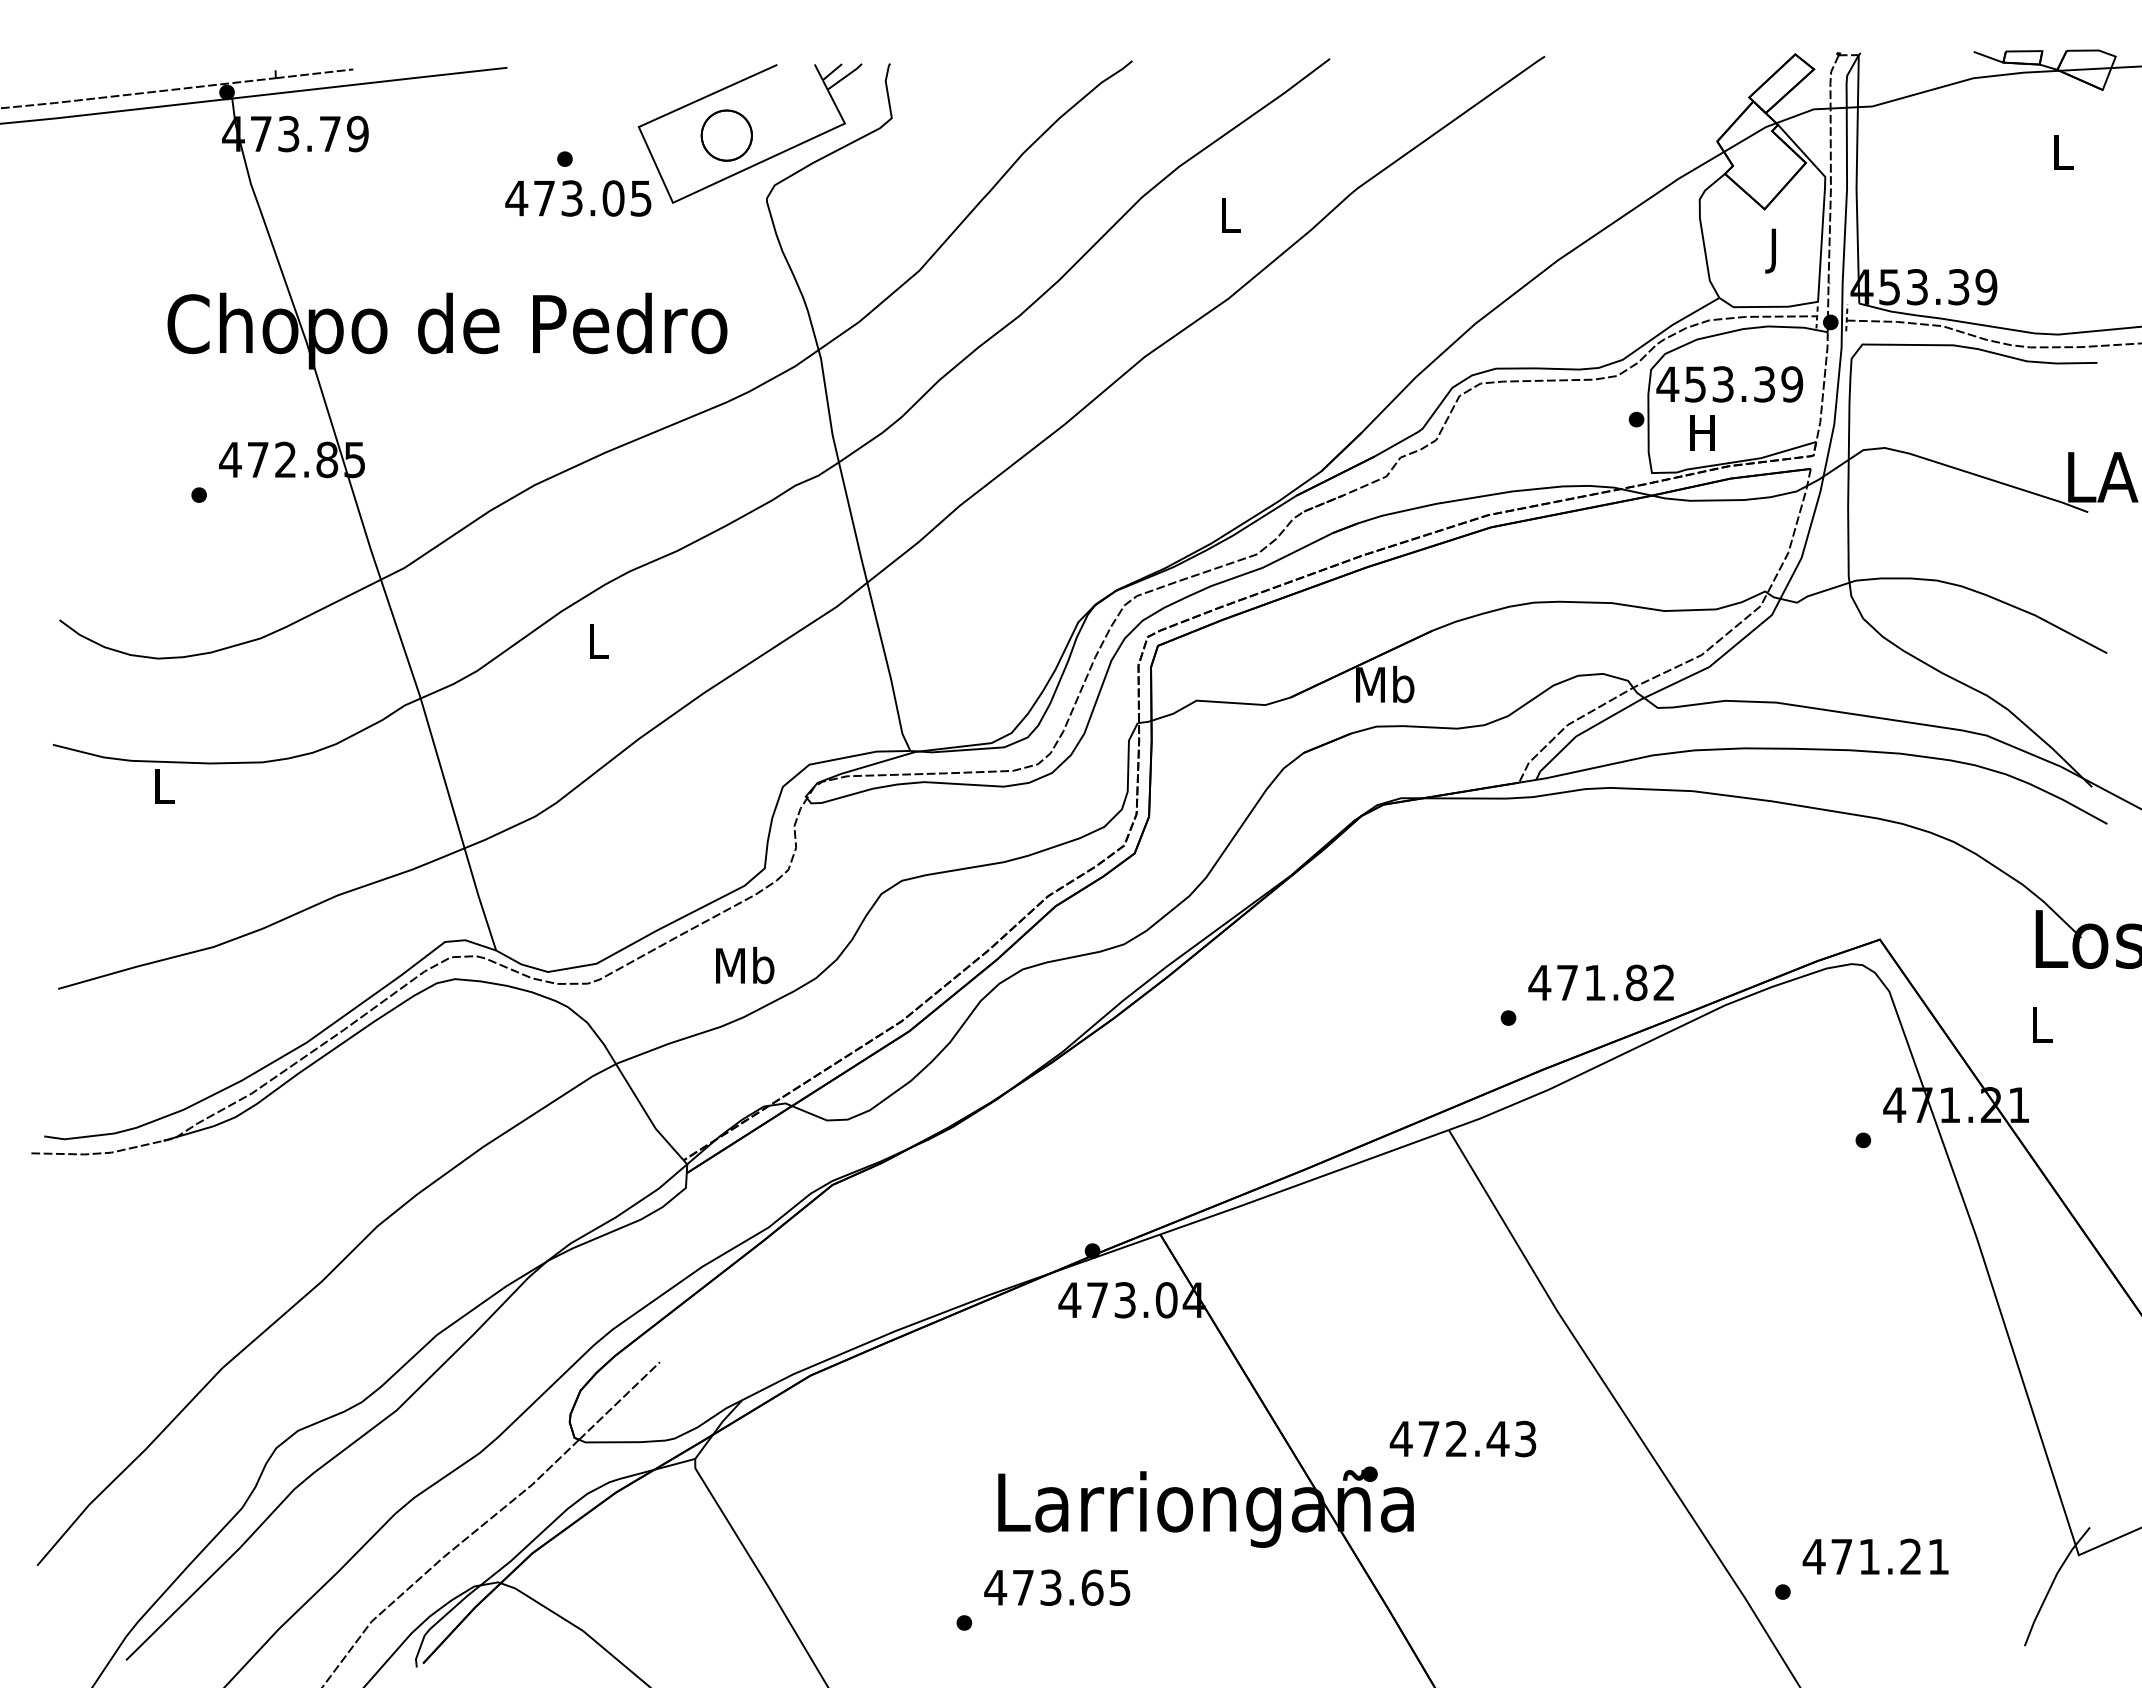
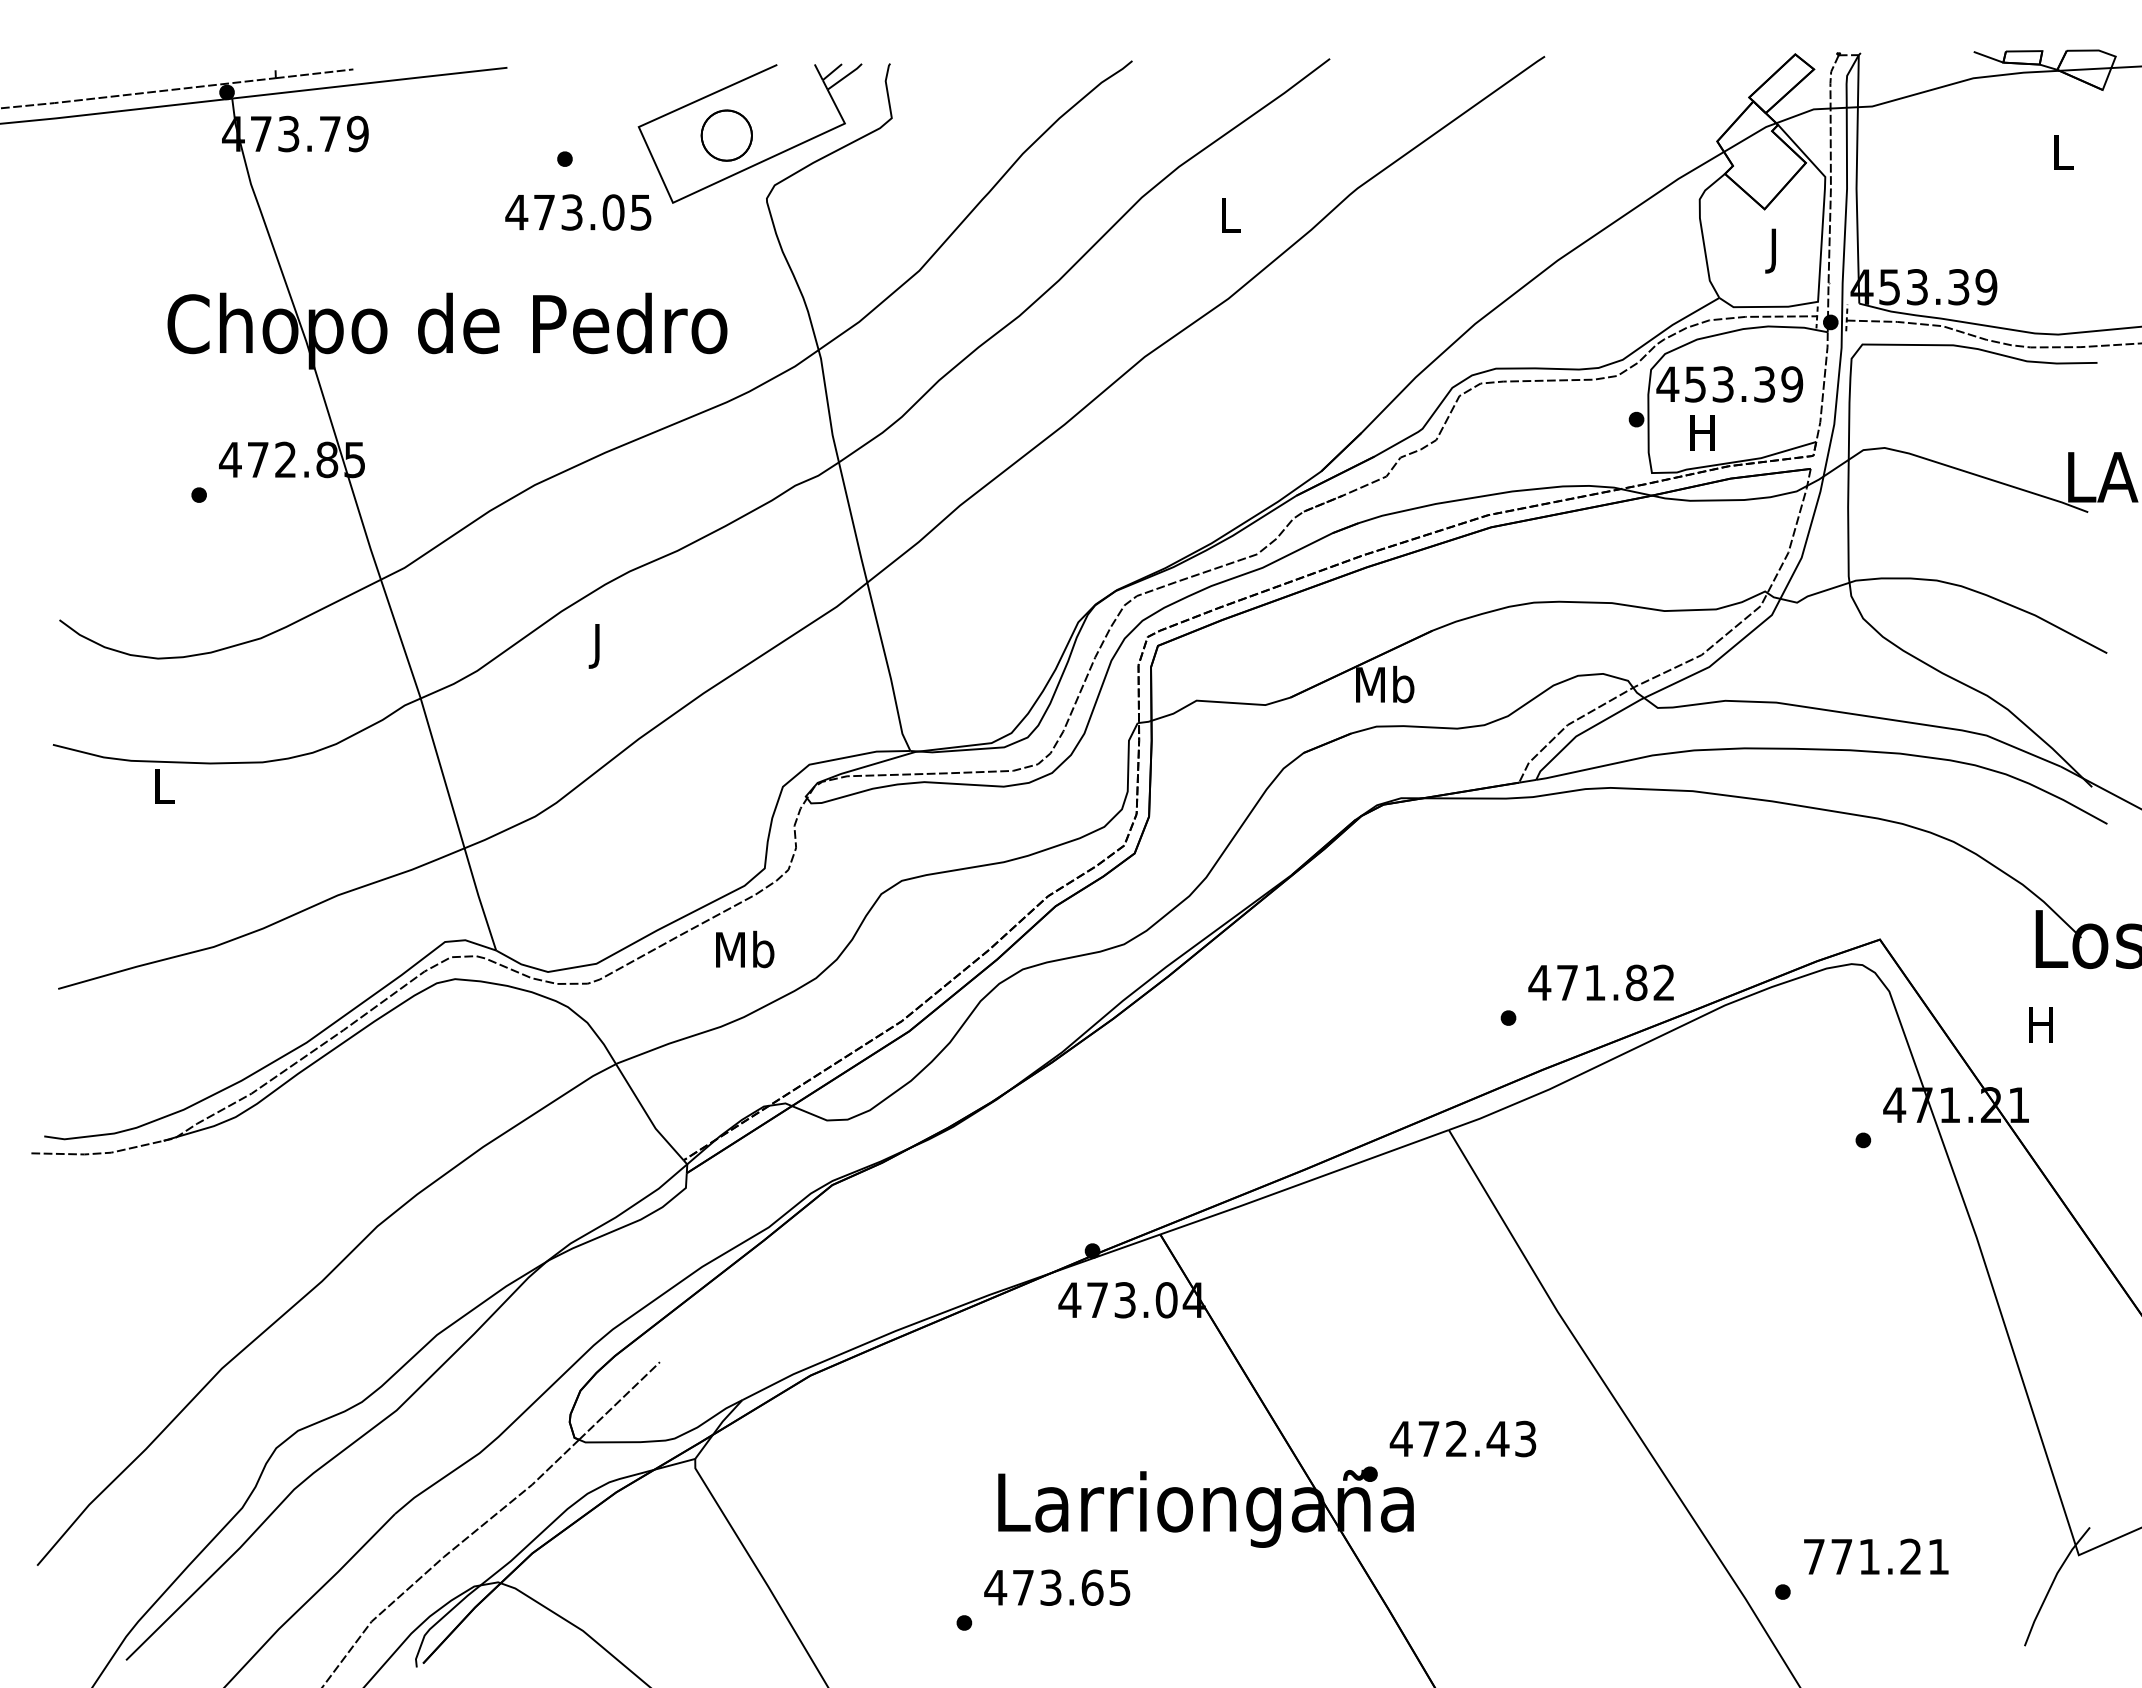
text at (578, 198) position: (578, 198) -> (578, 212)
text at (598, 646): L -> J
text at (745, 965) position: (745, 965) -> (745, 949)
text at (2040, 1024): L -> H
text at (1813, 1556): 471.21 -> 771.21
